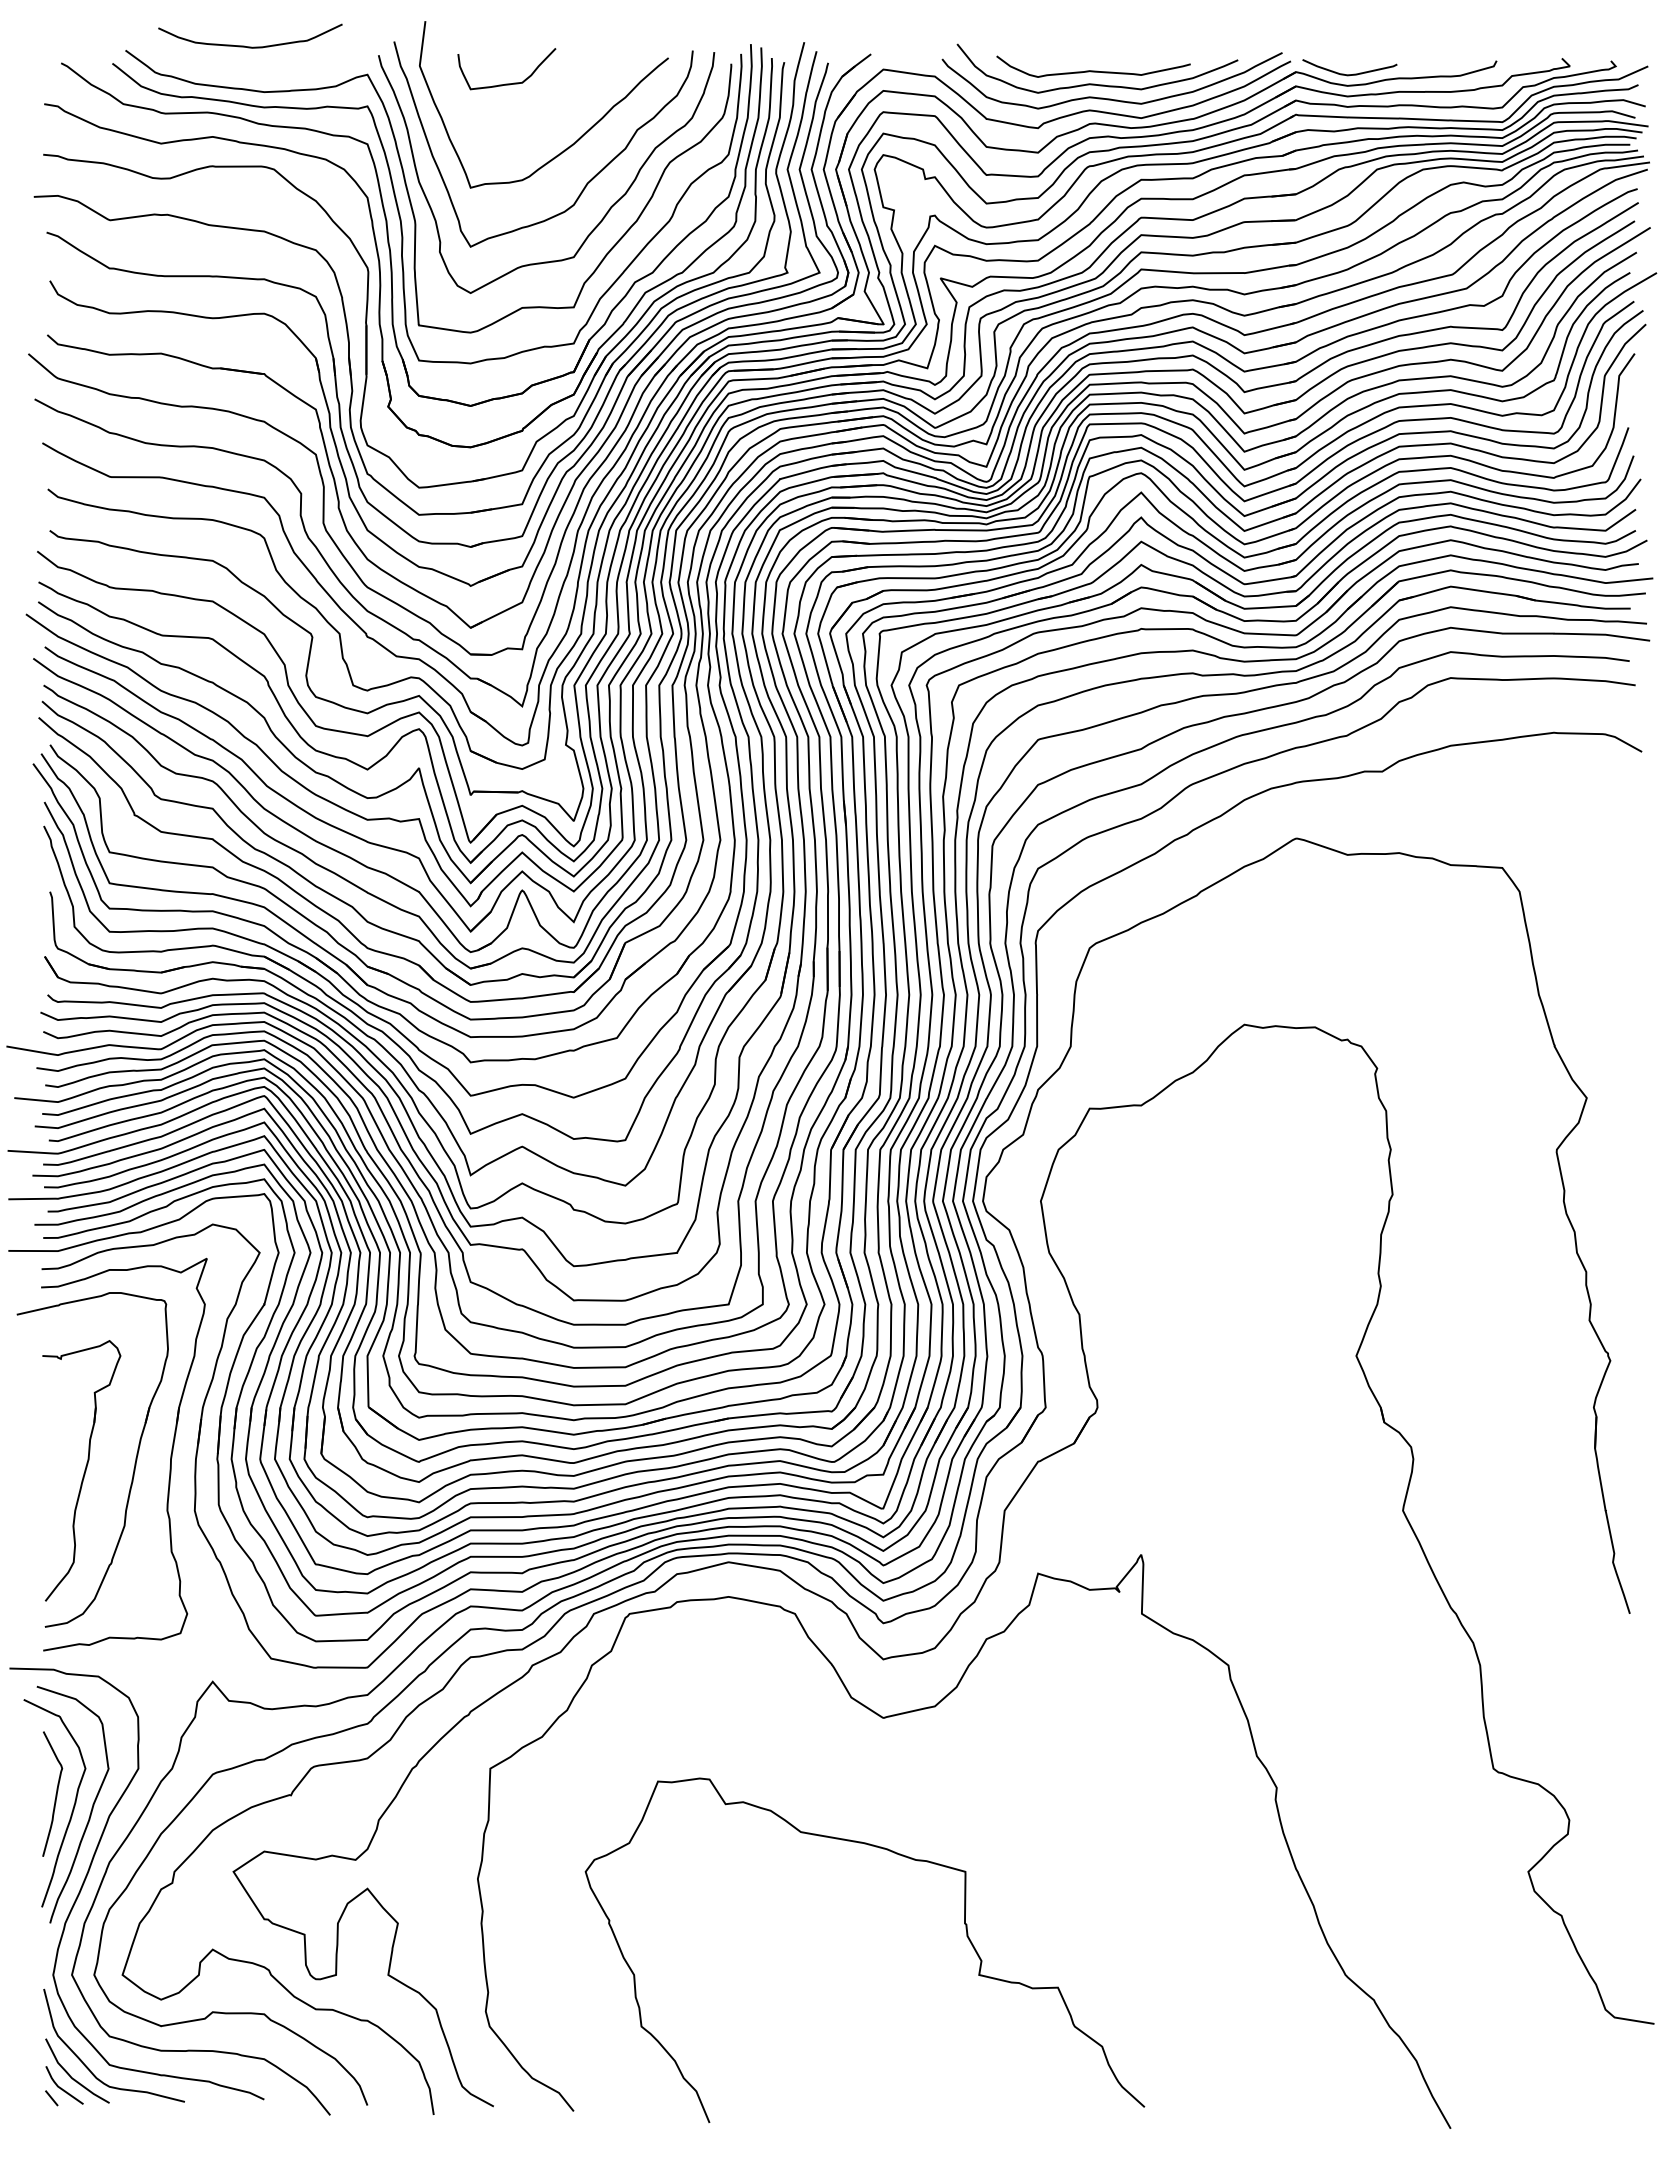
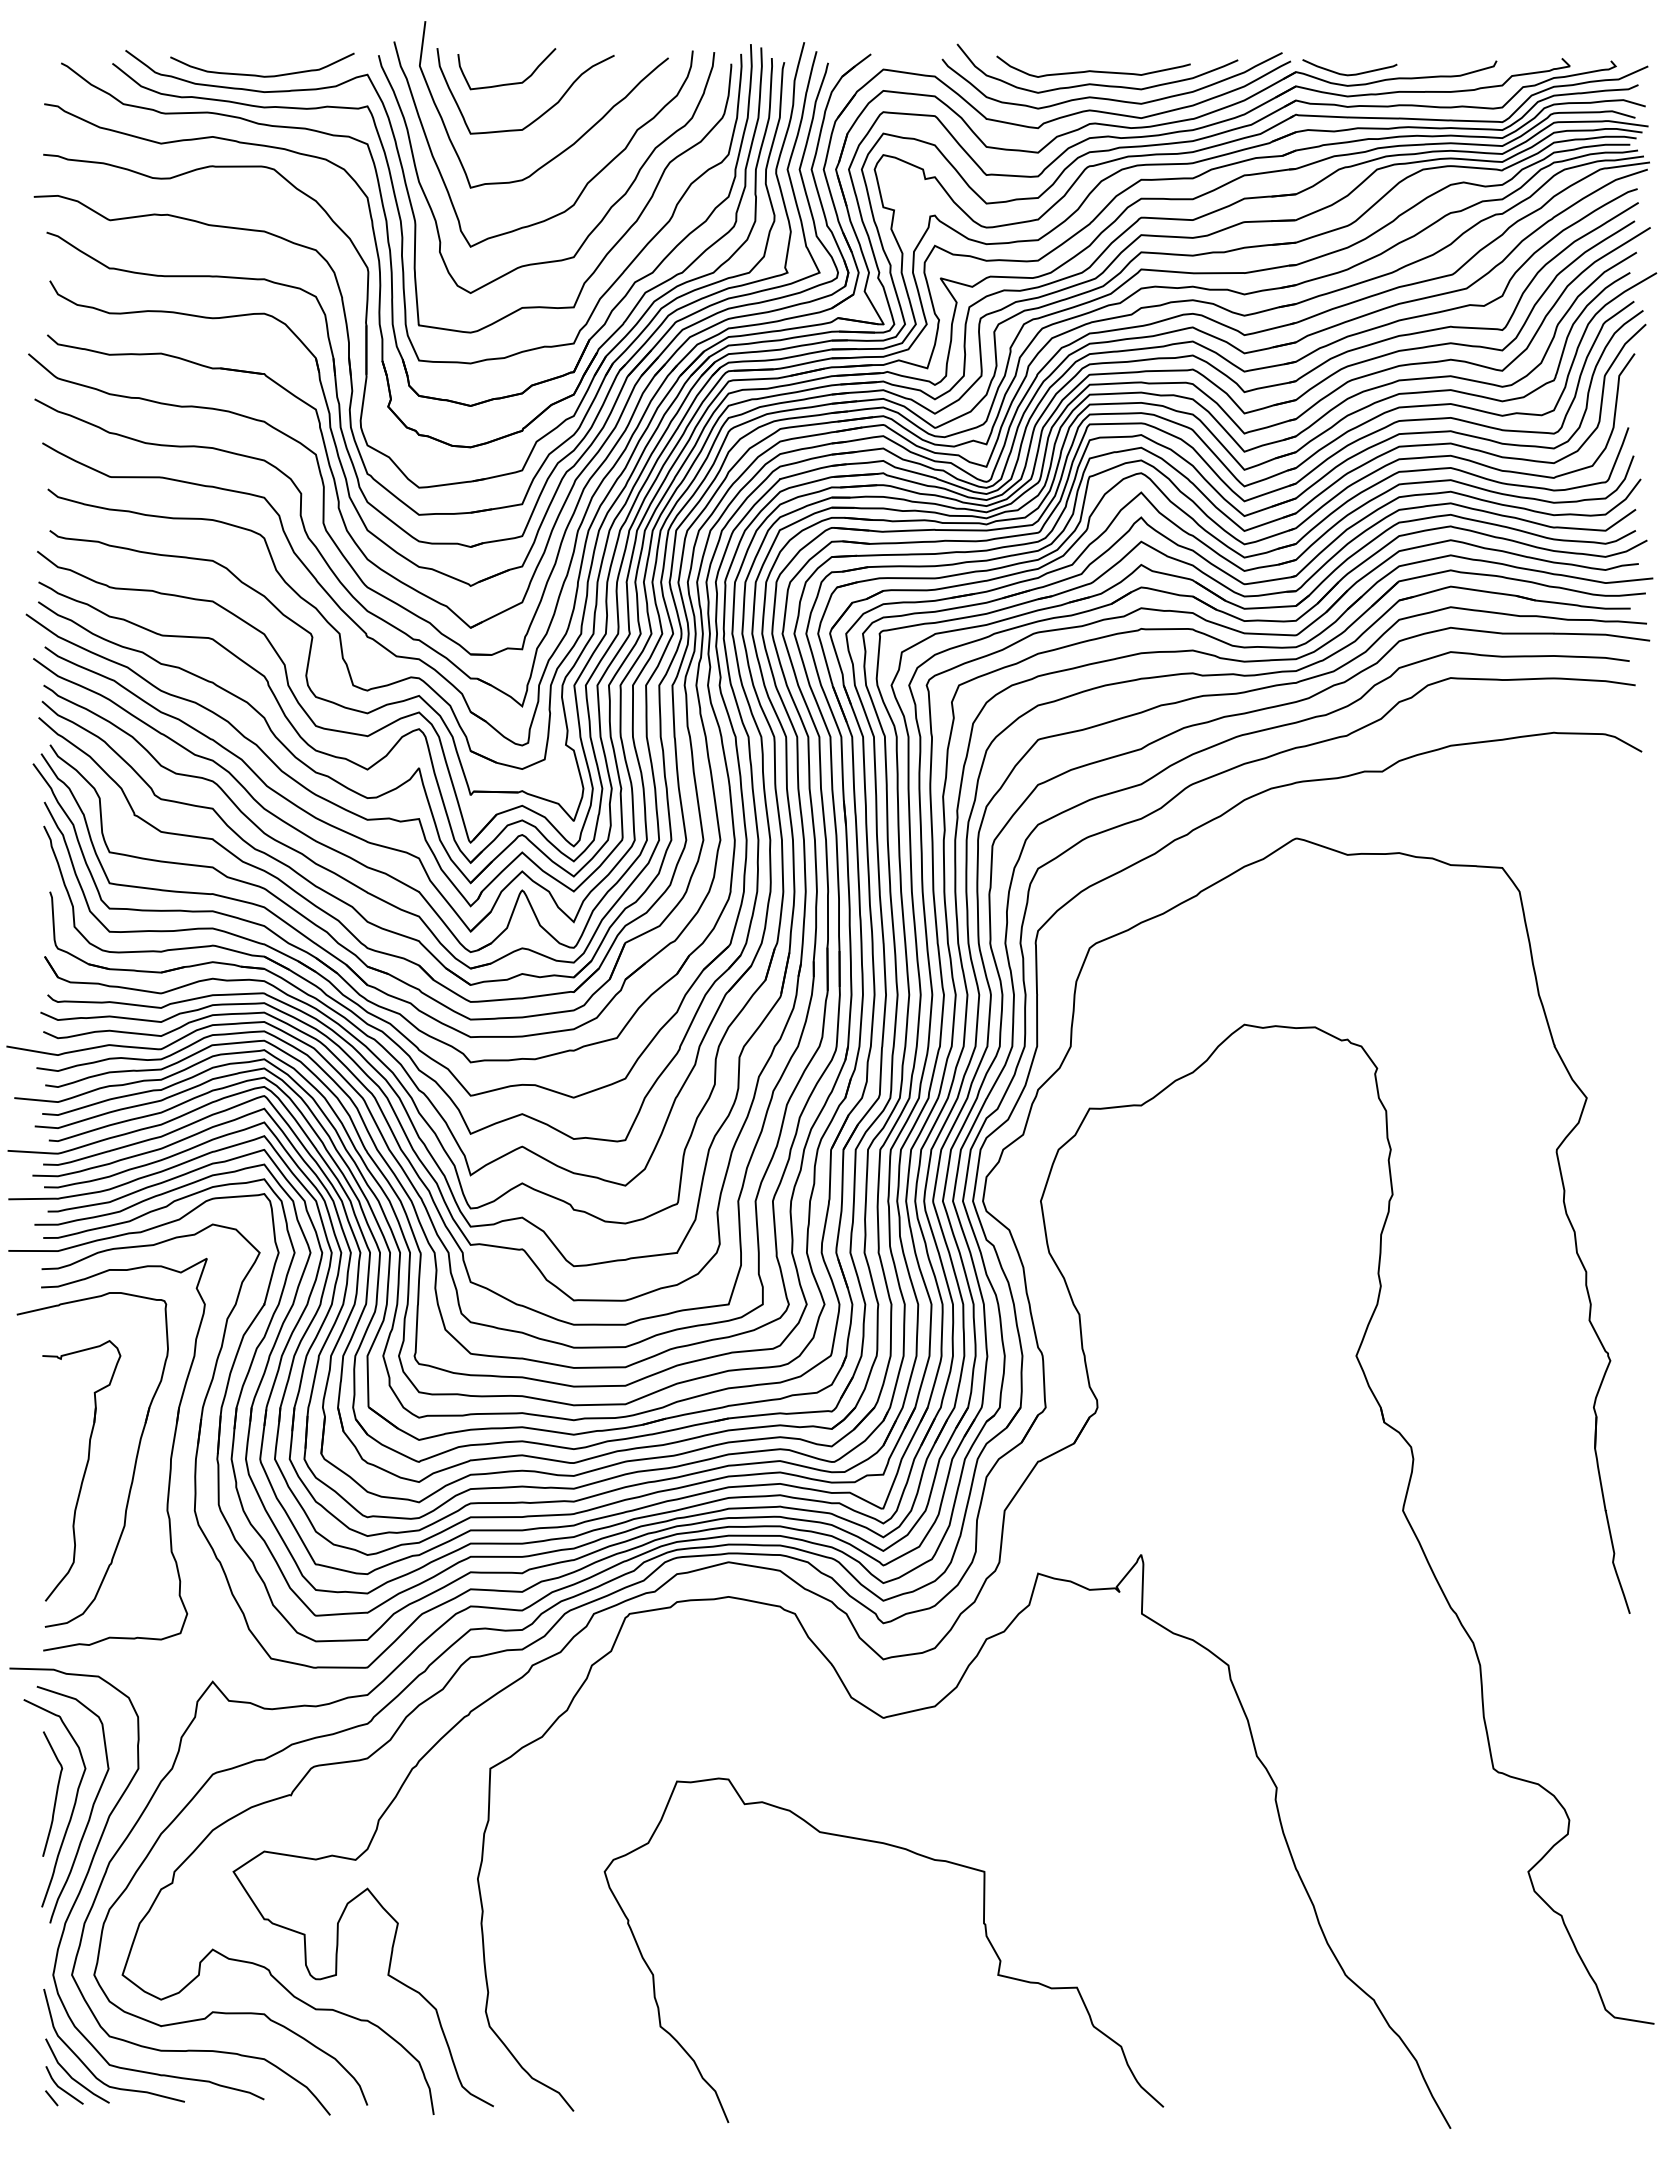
curve at (250, 46) position: (250, 46) -> (262, 75)
curve at (543, 112): none -> present
curve at (896, 1854) position: (896, 1854) -> (915, 1854)
